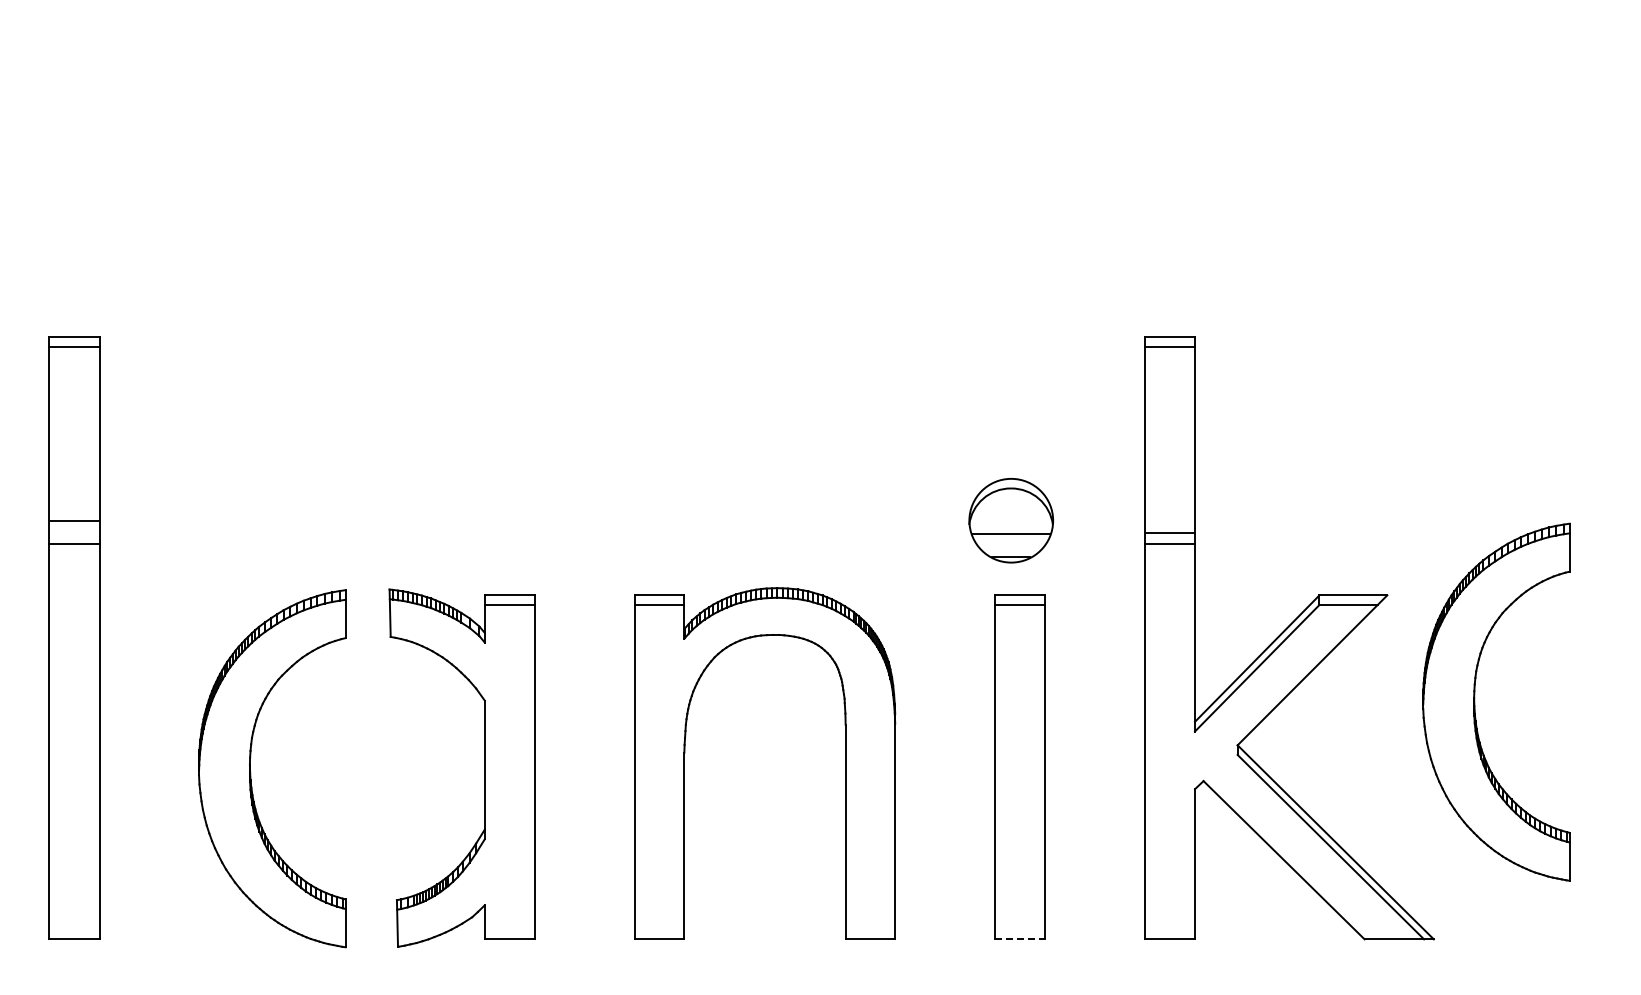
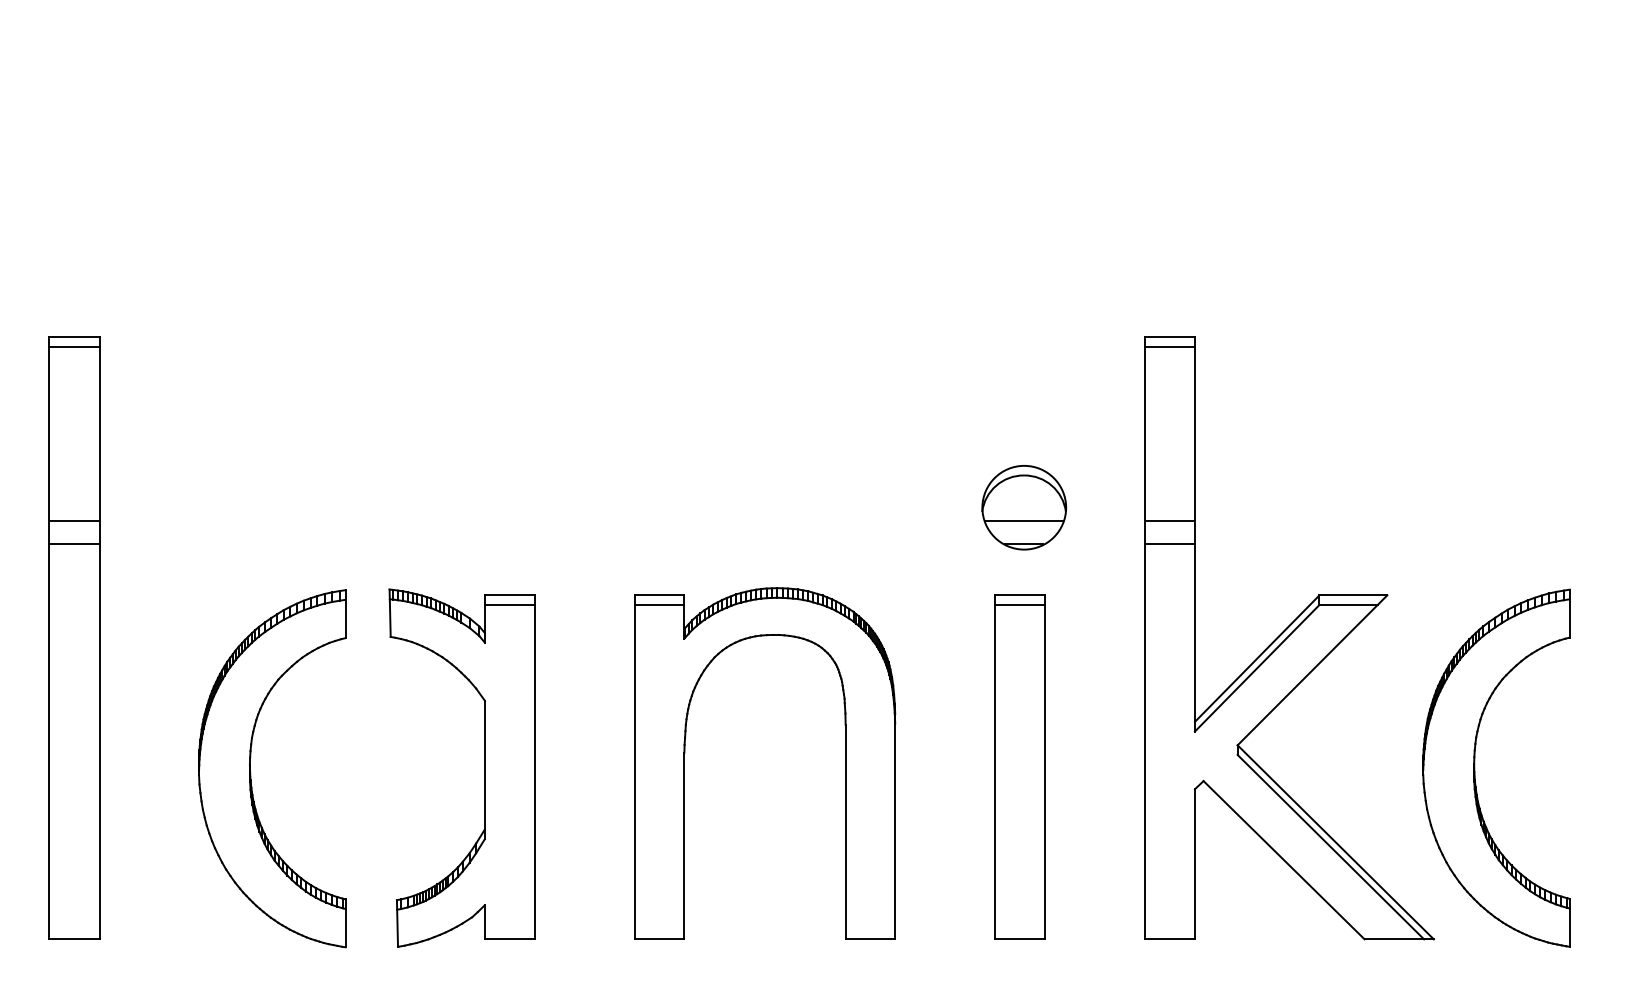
part at (1010, 520) position: (1010, 520) -> (1023, 507)
line at (1170, 533) position: (1170, 533) -> (1170, 521)
part at (1475, 701) position: (1475, 701) -> (1475, 767)
line at (1020, 939): dashed -> solid
